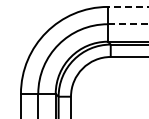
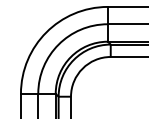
line at (127, 6): dashed -> solid
line at (128, 24): dashed -> solid
